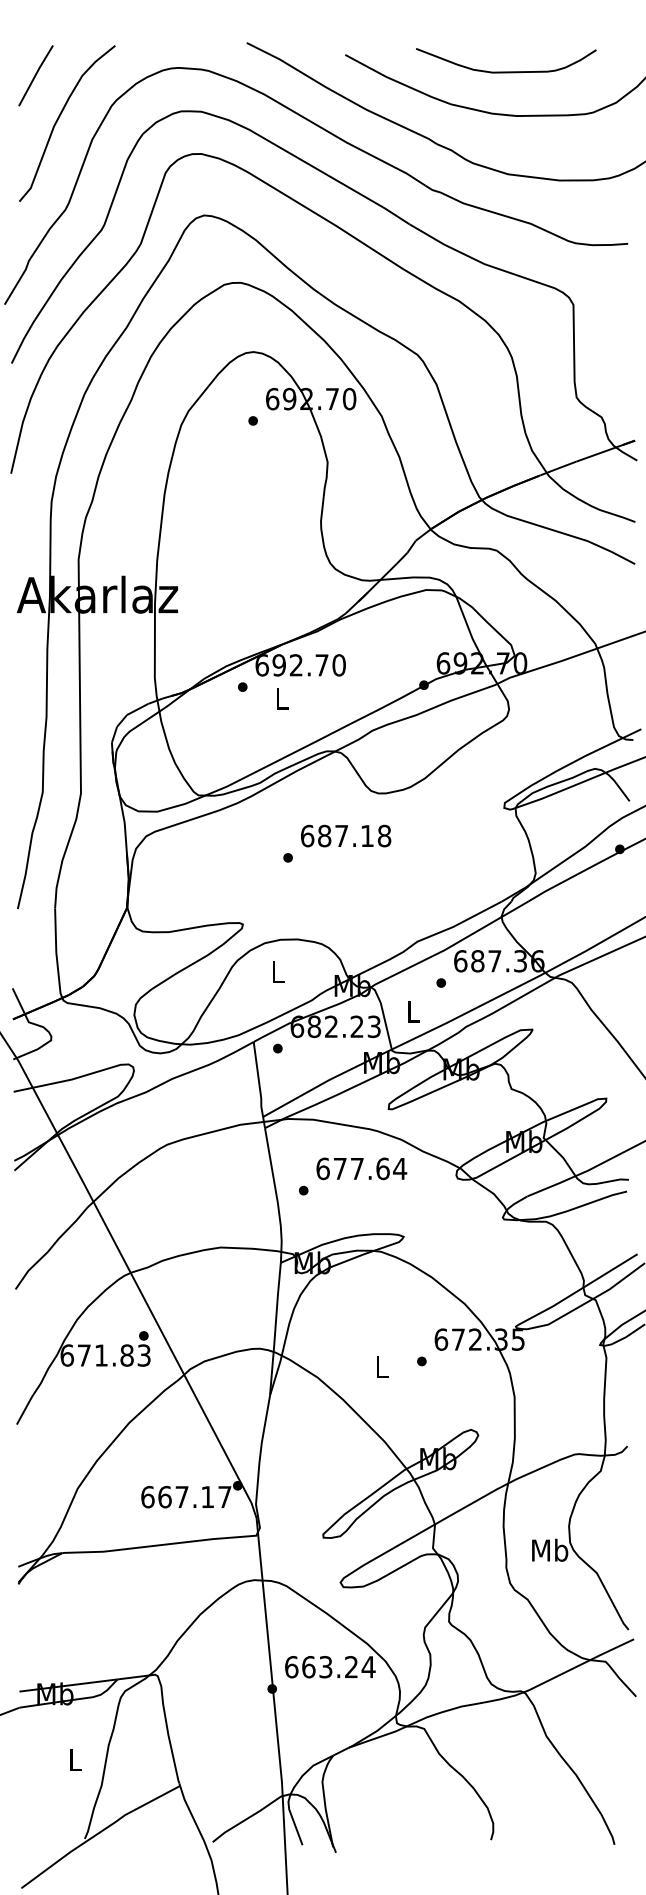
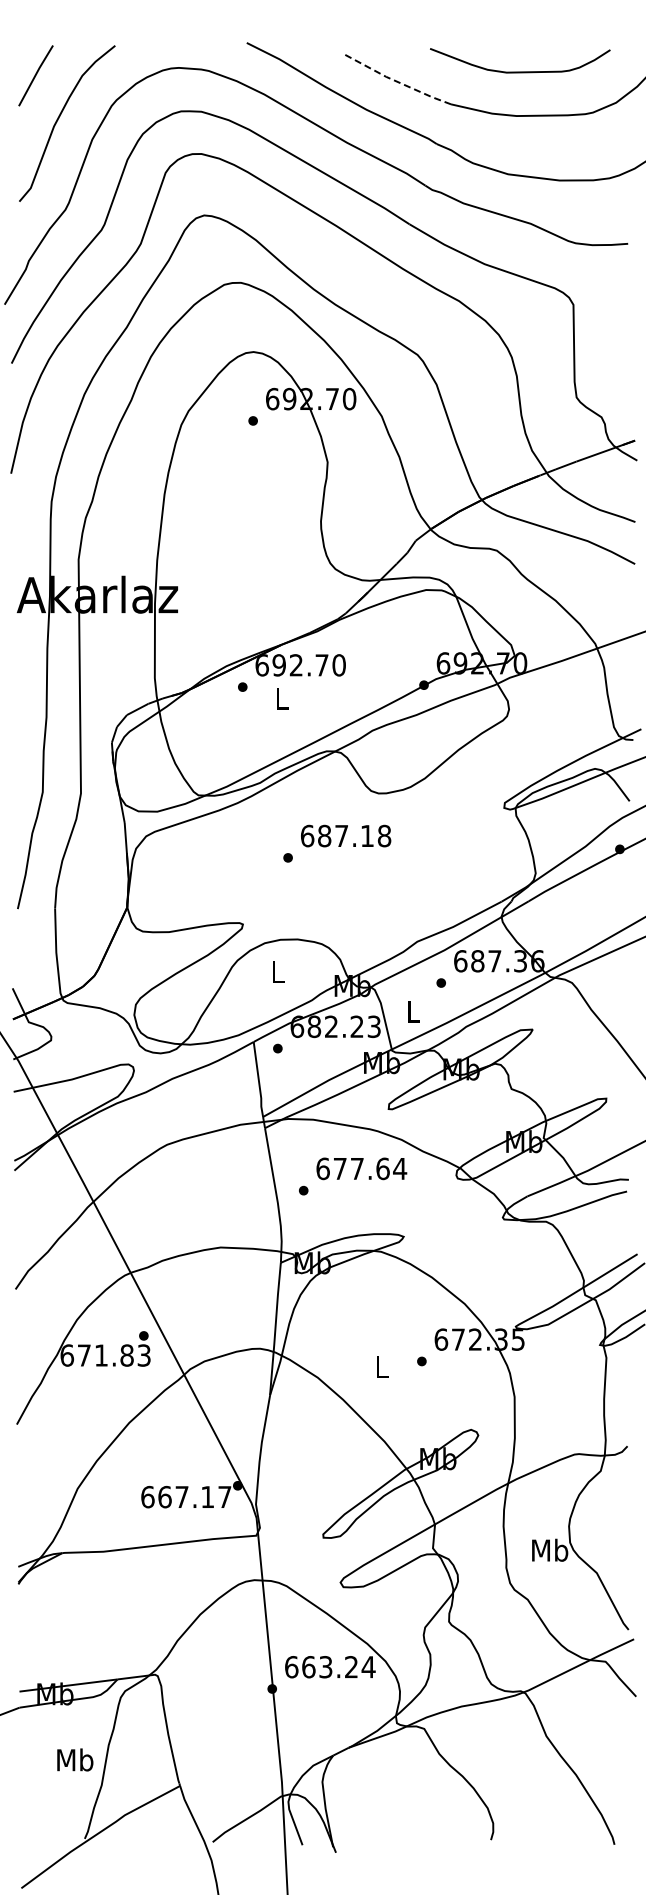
curve at (506, 71) position: (506, 71) -> (520, 71)
line at (397, 81): solid -> dashed
text at (75, 1759): L -> Mb
